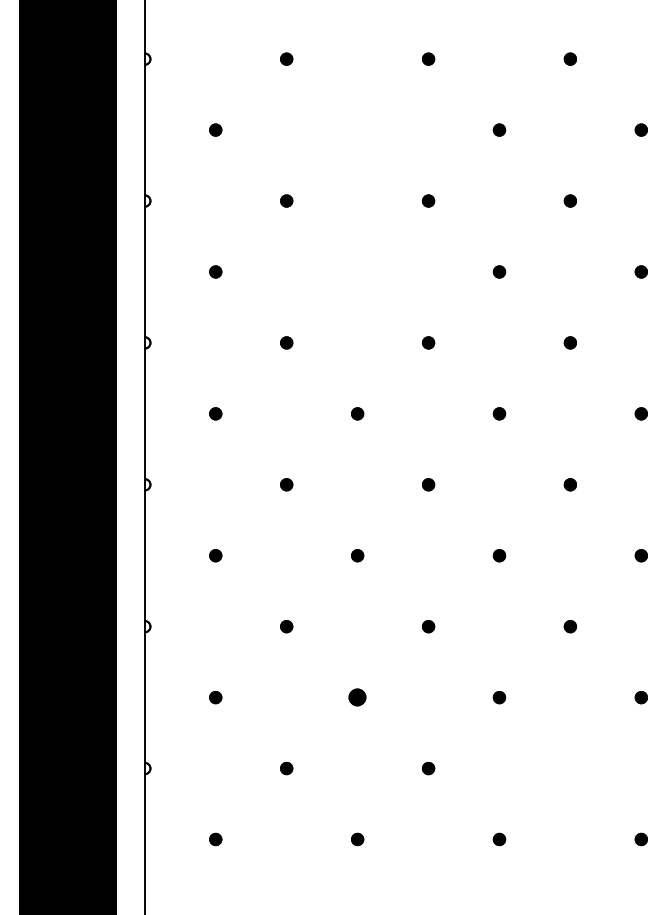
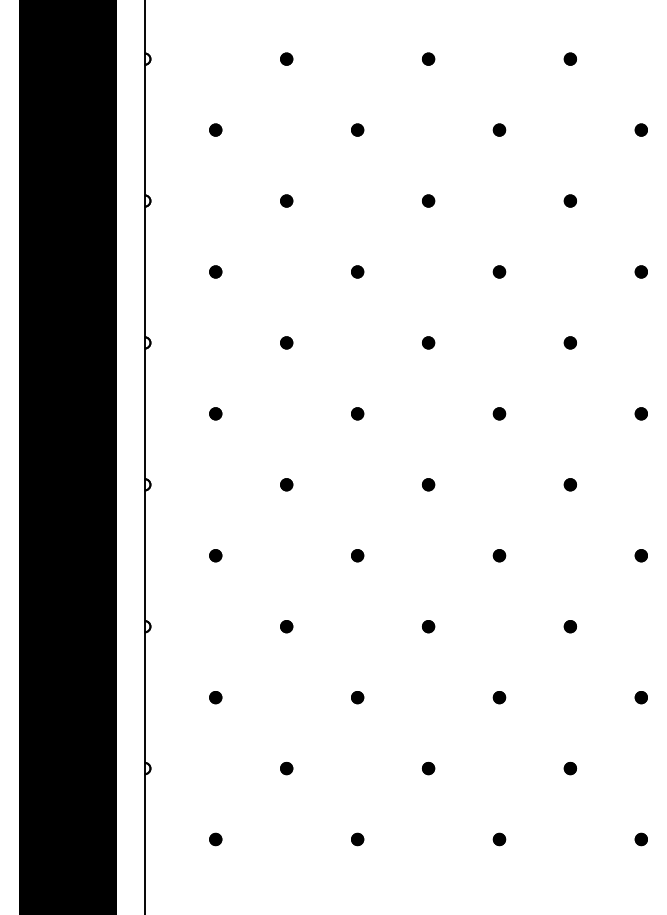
part at (357, 129): none -> present
part at (357, 271): none -> present
part at (357, 697) size: 19x19 px -> 14x14 px
part at (570, 768): none -> present
